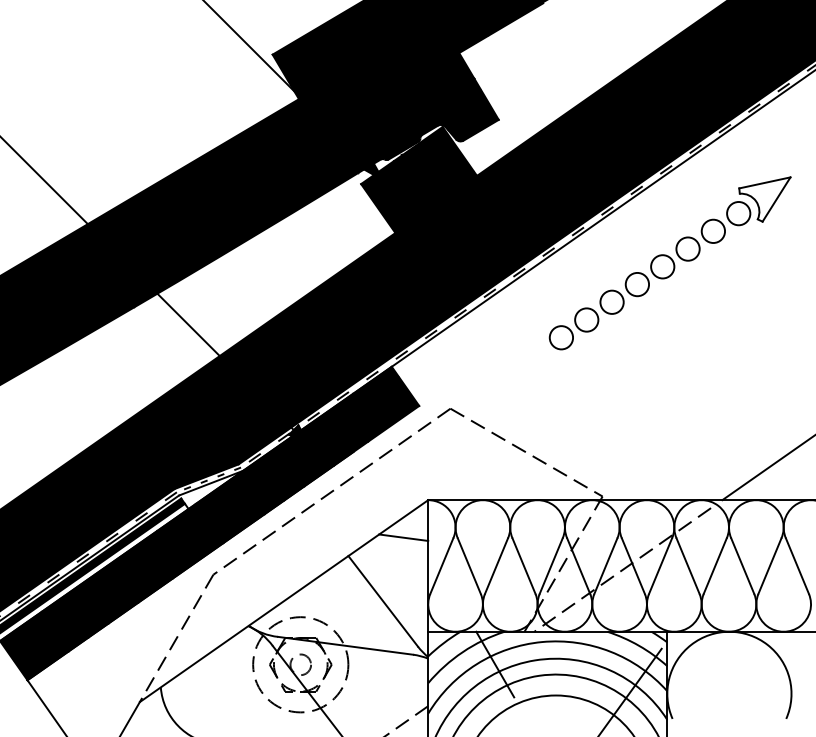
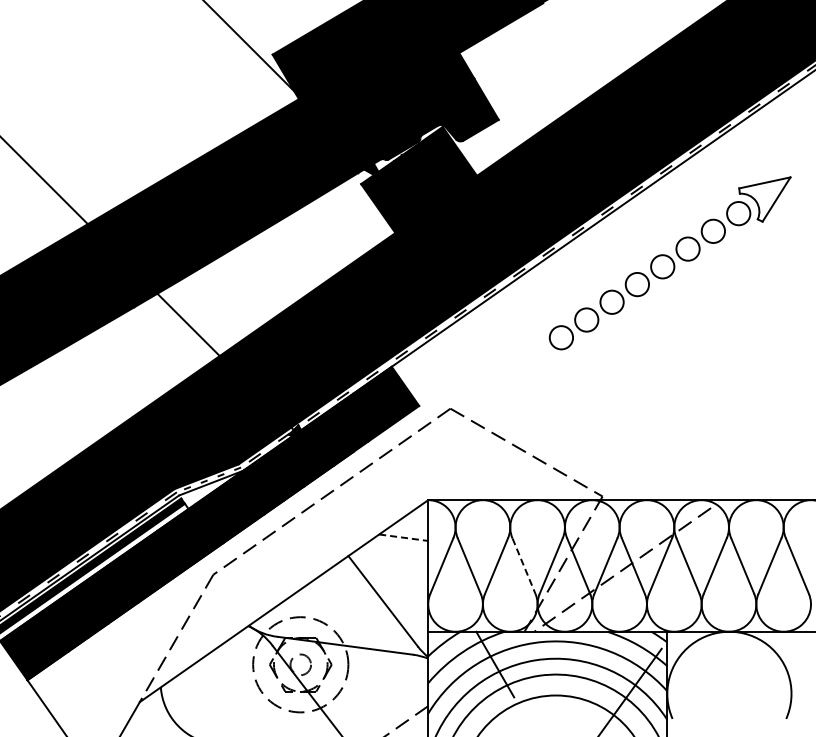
line at (767, 468): present -> none
line at (403, 537): solid -> dashed
line at (524, 566): solid -> dashed
